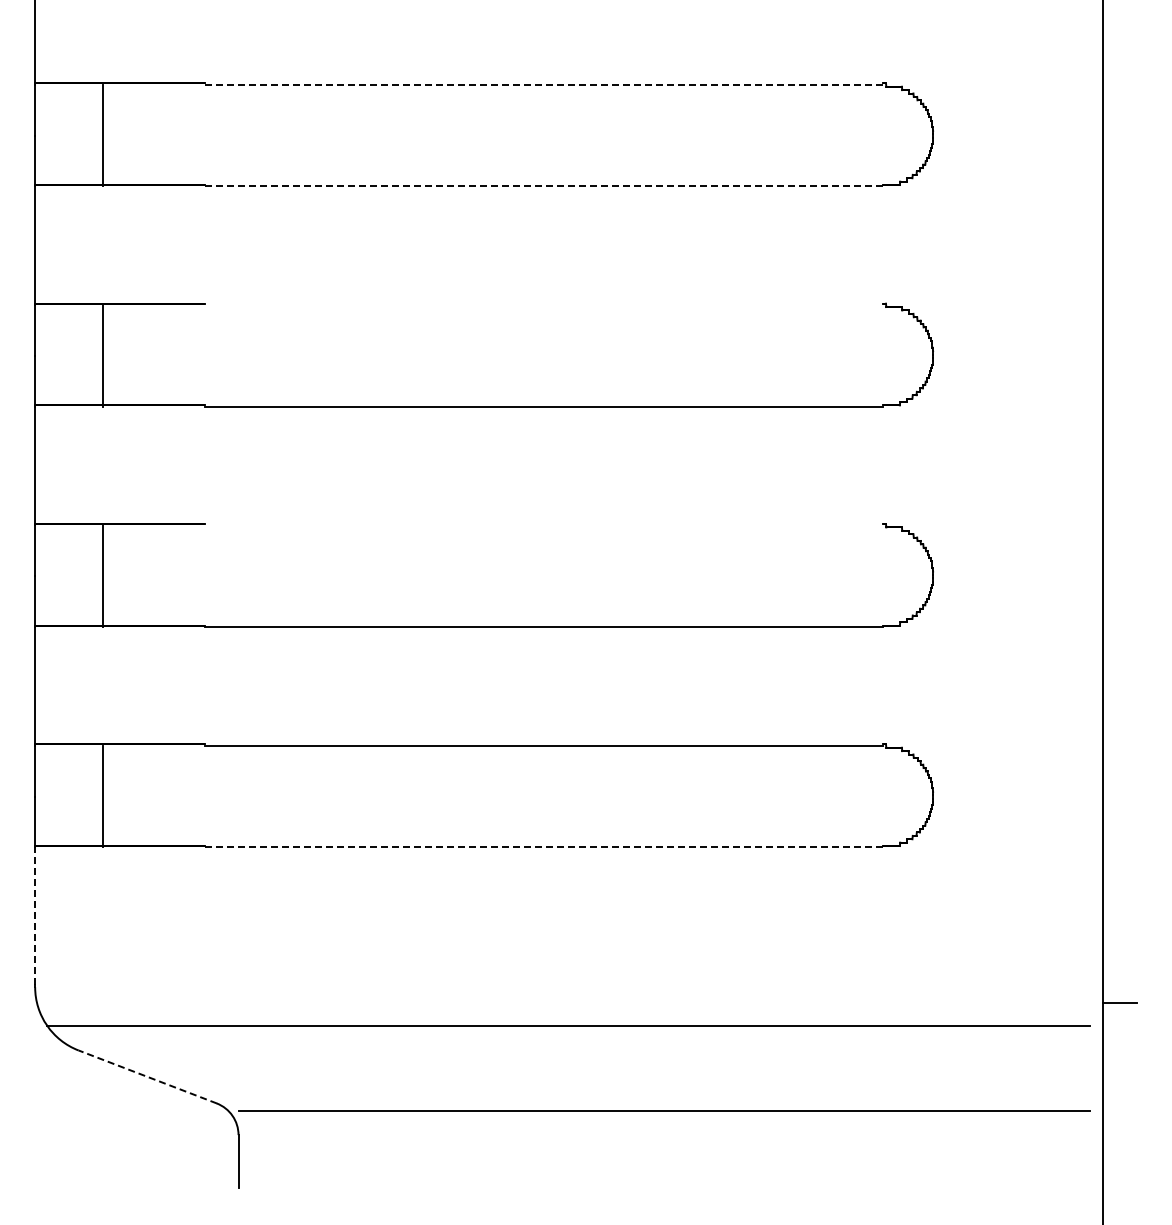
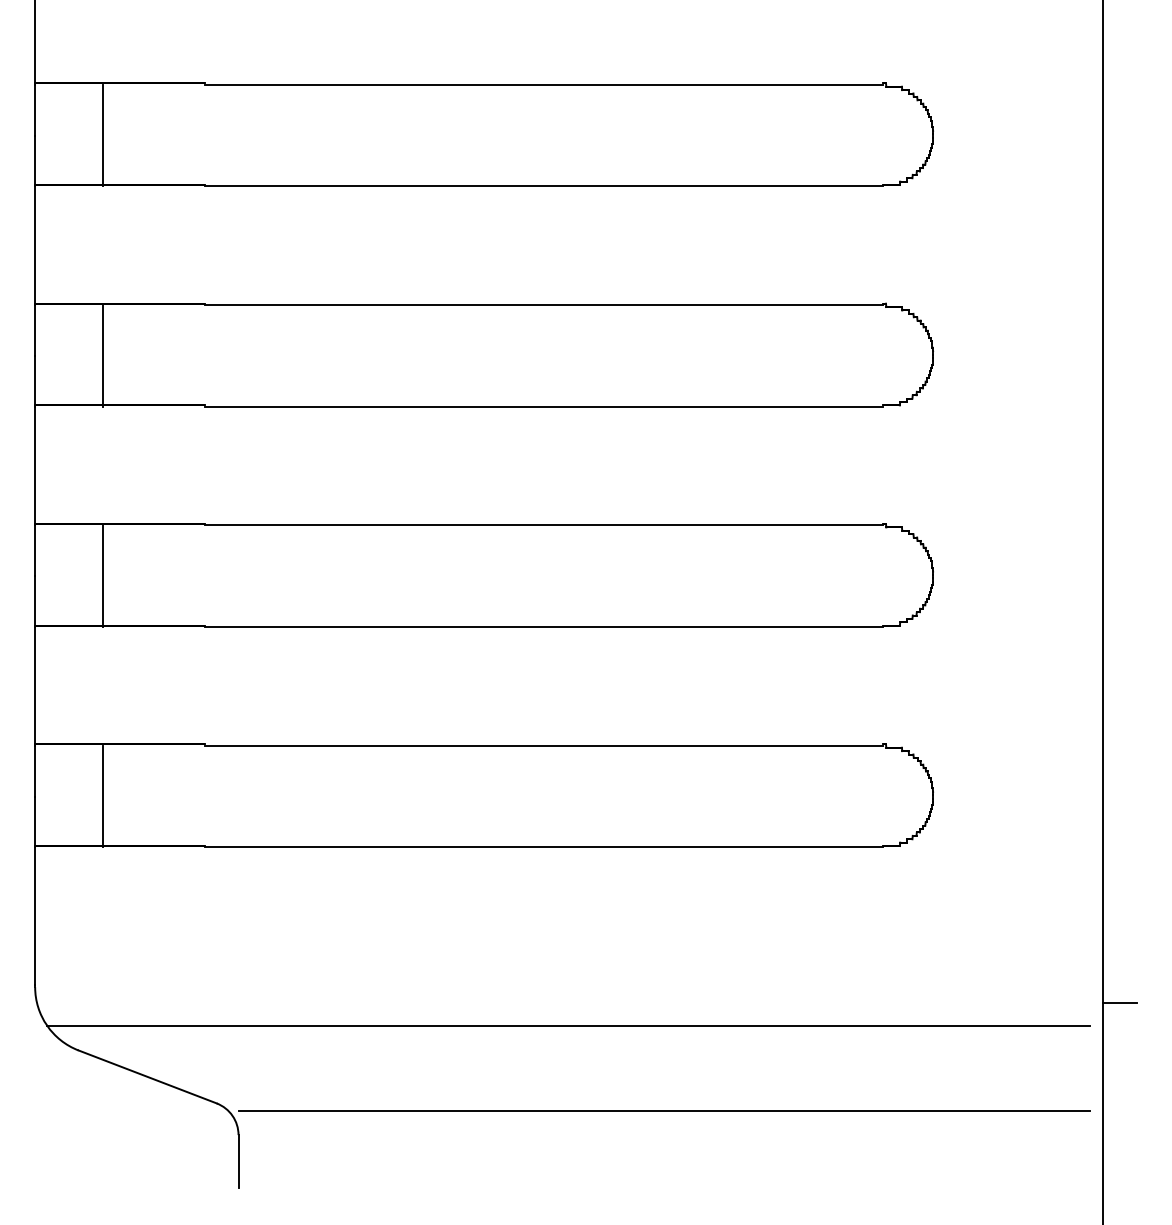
line at (543, 84): dashed -> solid
line at (543, 186): dashed -> solid
line at (543, 305): none -> present
line at (543, 525): none -> present
line at (543, 847): dashed -> solid
line at (35, 916): dashed -> solid
line at (147, 1076): dashed -> solid
